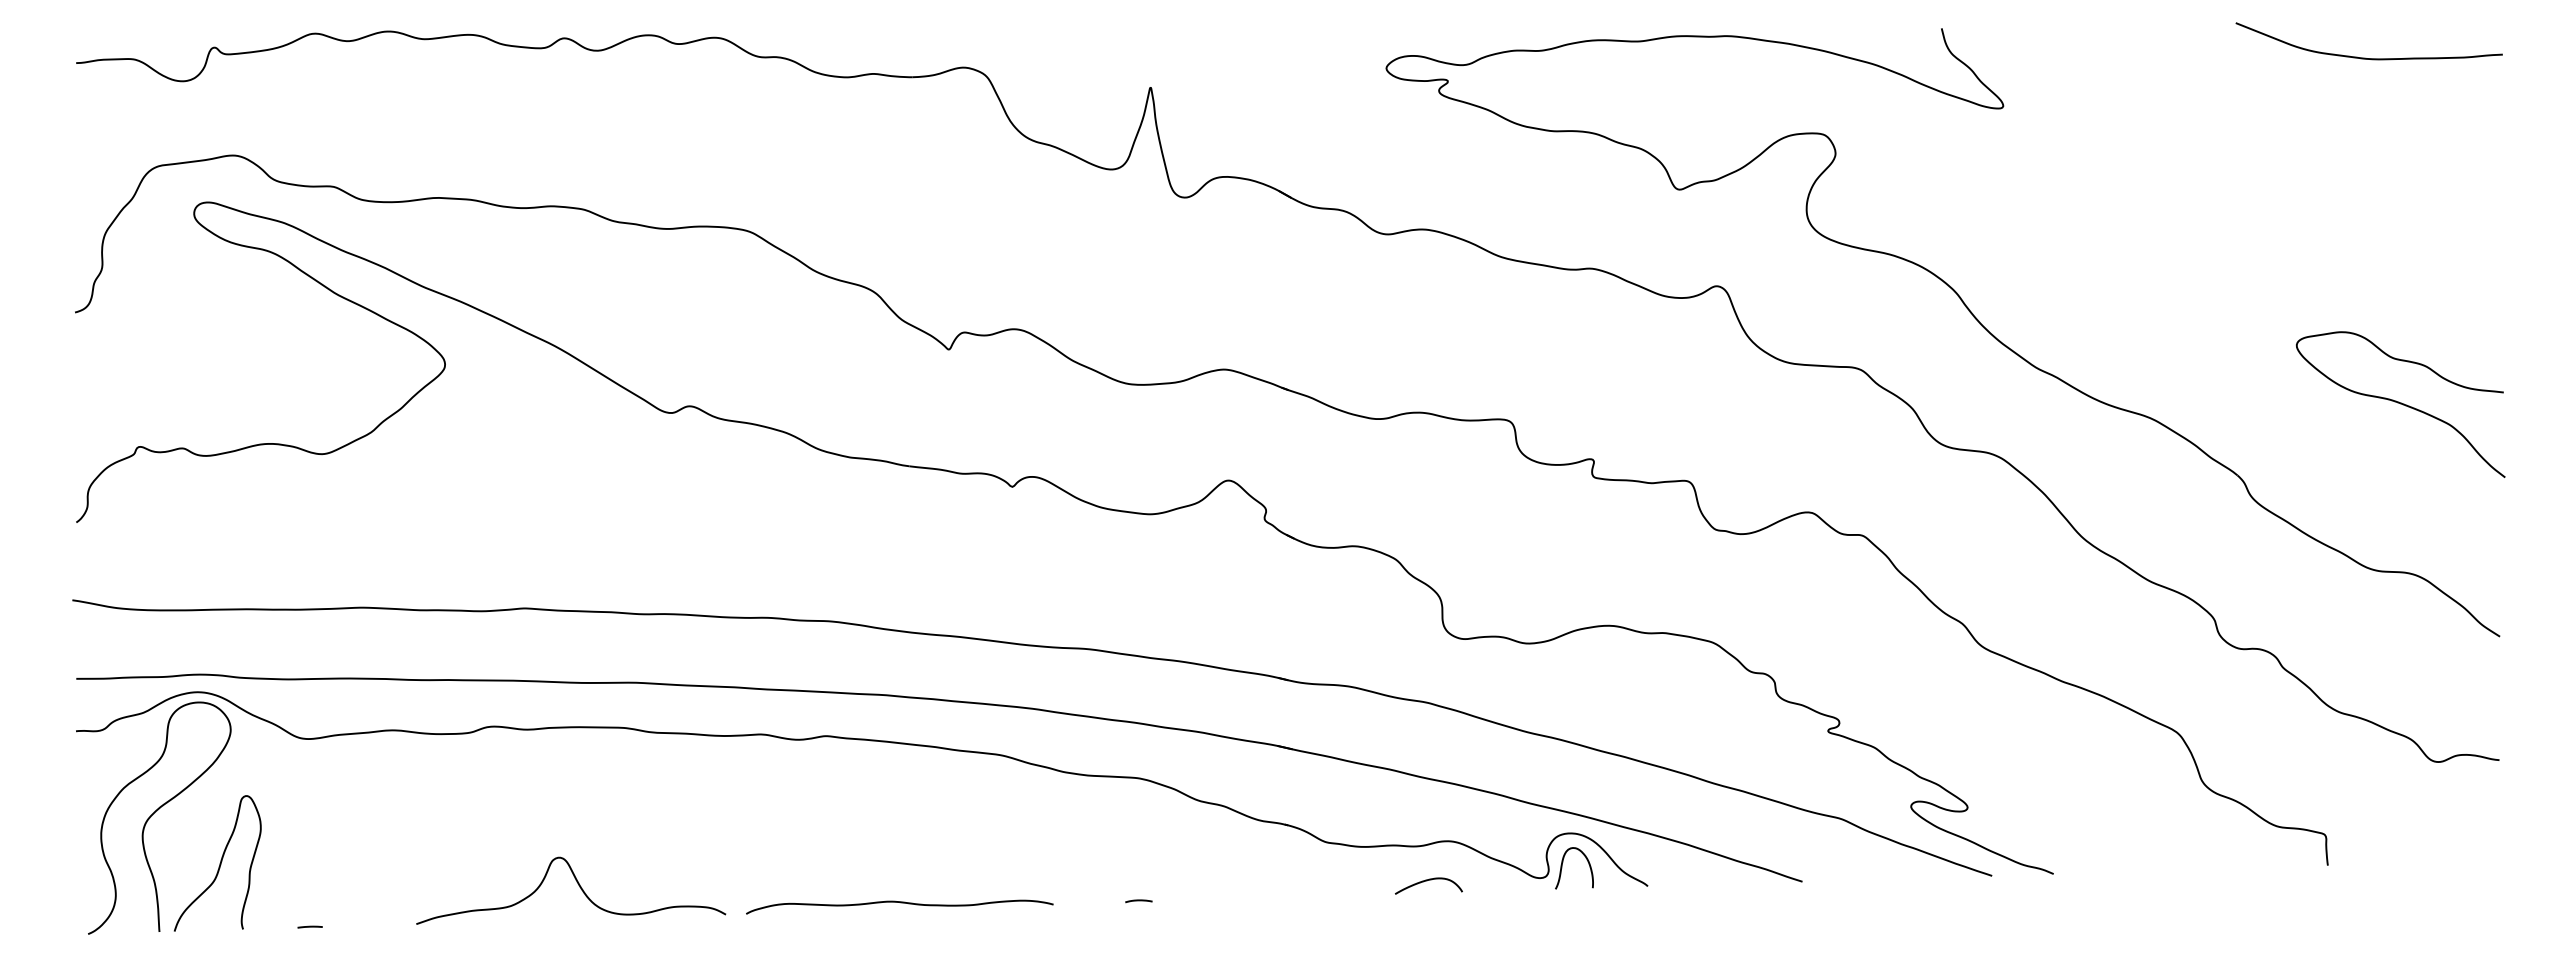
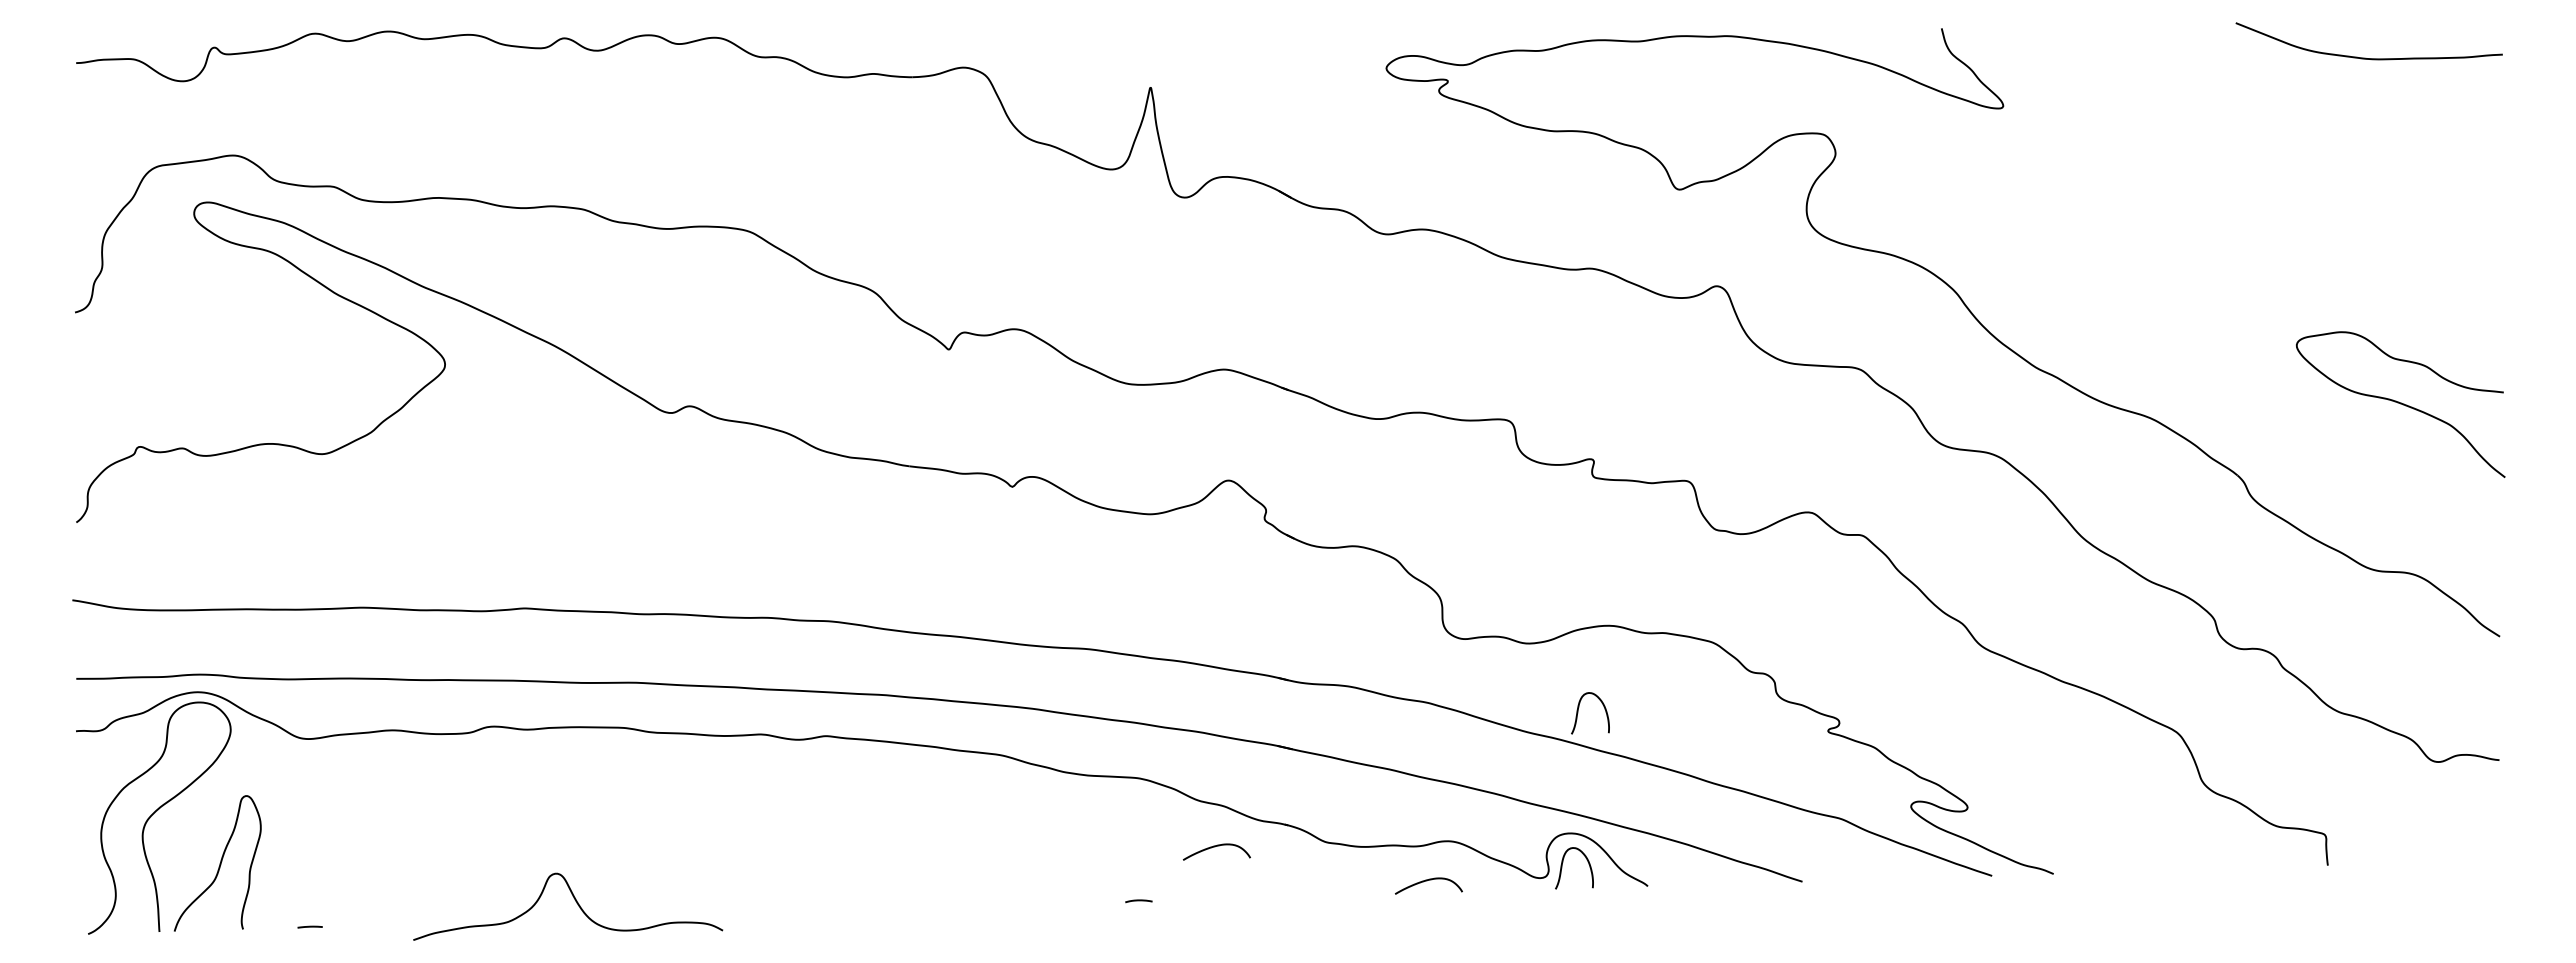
curve at (1578, 713): none -> present
curve at (1215, 847): none -> present
curve at (579, 887) position: (579, 887) -> (576, 903)
curve at (900, 903): present -> none
